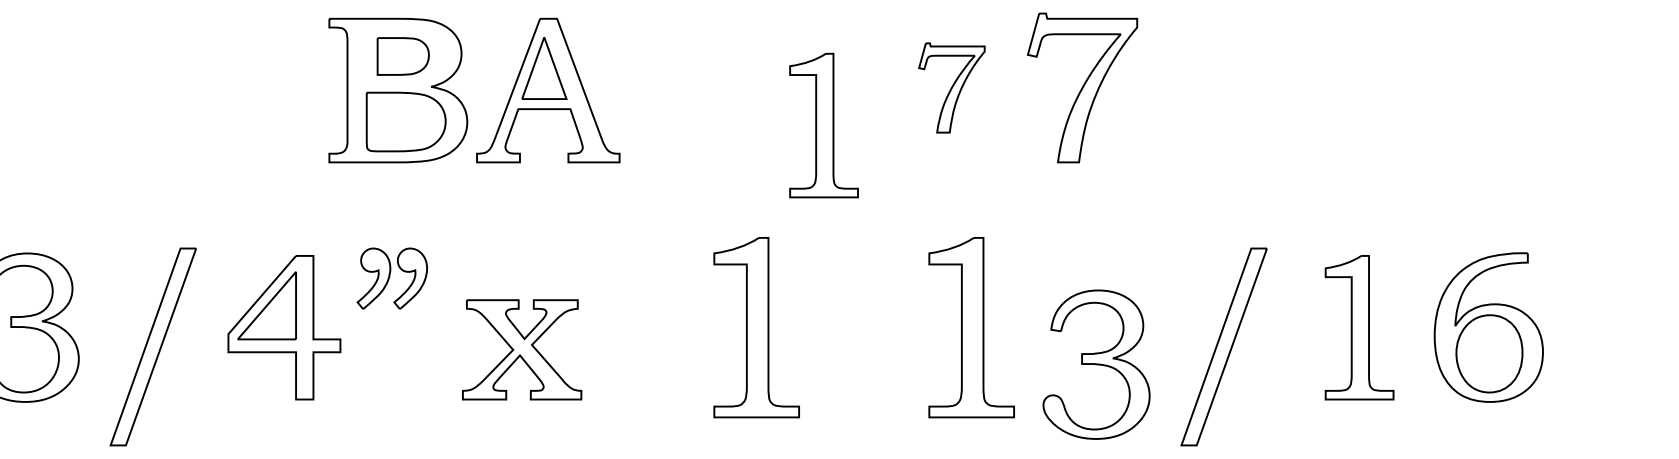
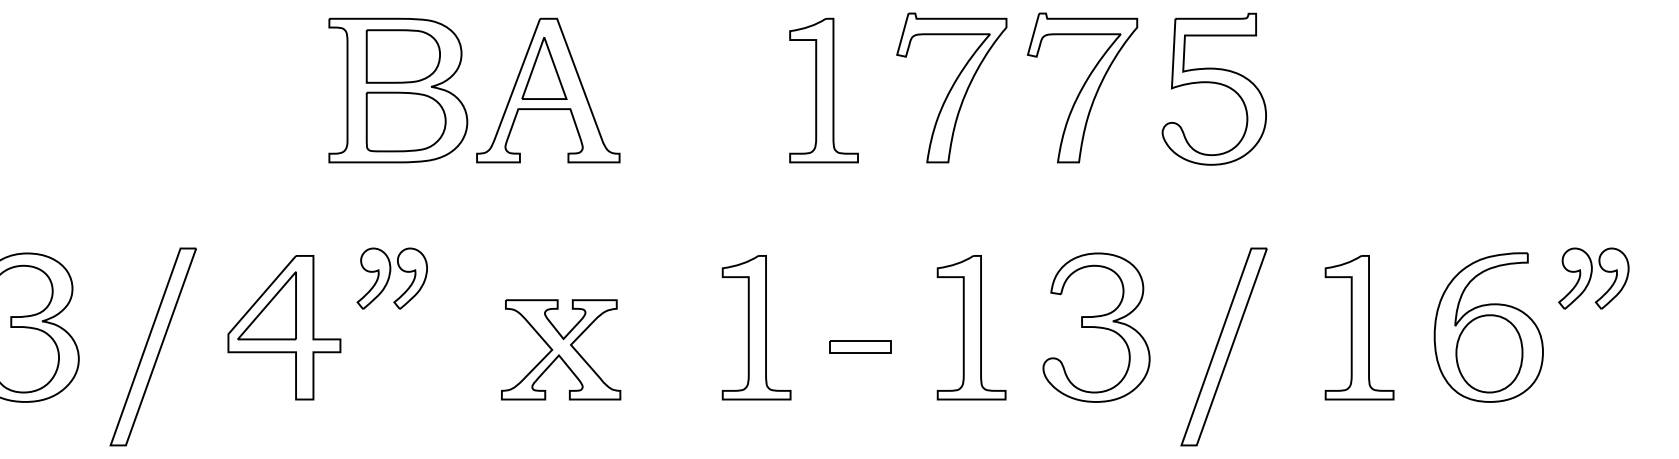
part at (402, 56) size: 54x39 px -> 76x55 px
part at (951, 87) size: 68x92 px -> 112x152 px
part at (1213, 88): none -> present
part at (823, 125) position: (823, 125) -> (823, 90)
part at (1593, 278): none -> present
part at (756, 327) size: 87x182 px -> 71x146 px
part at (971, 327) size: 87x182 px -> 71x146 px
part at (860, 346): none -> present
part at (522, 349) position: (522, 349) -> (561, 349)
part at (1096, 364) position: (1096, 364) -> (1096, 327)
